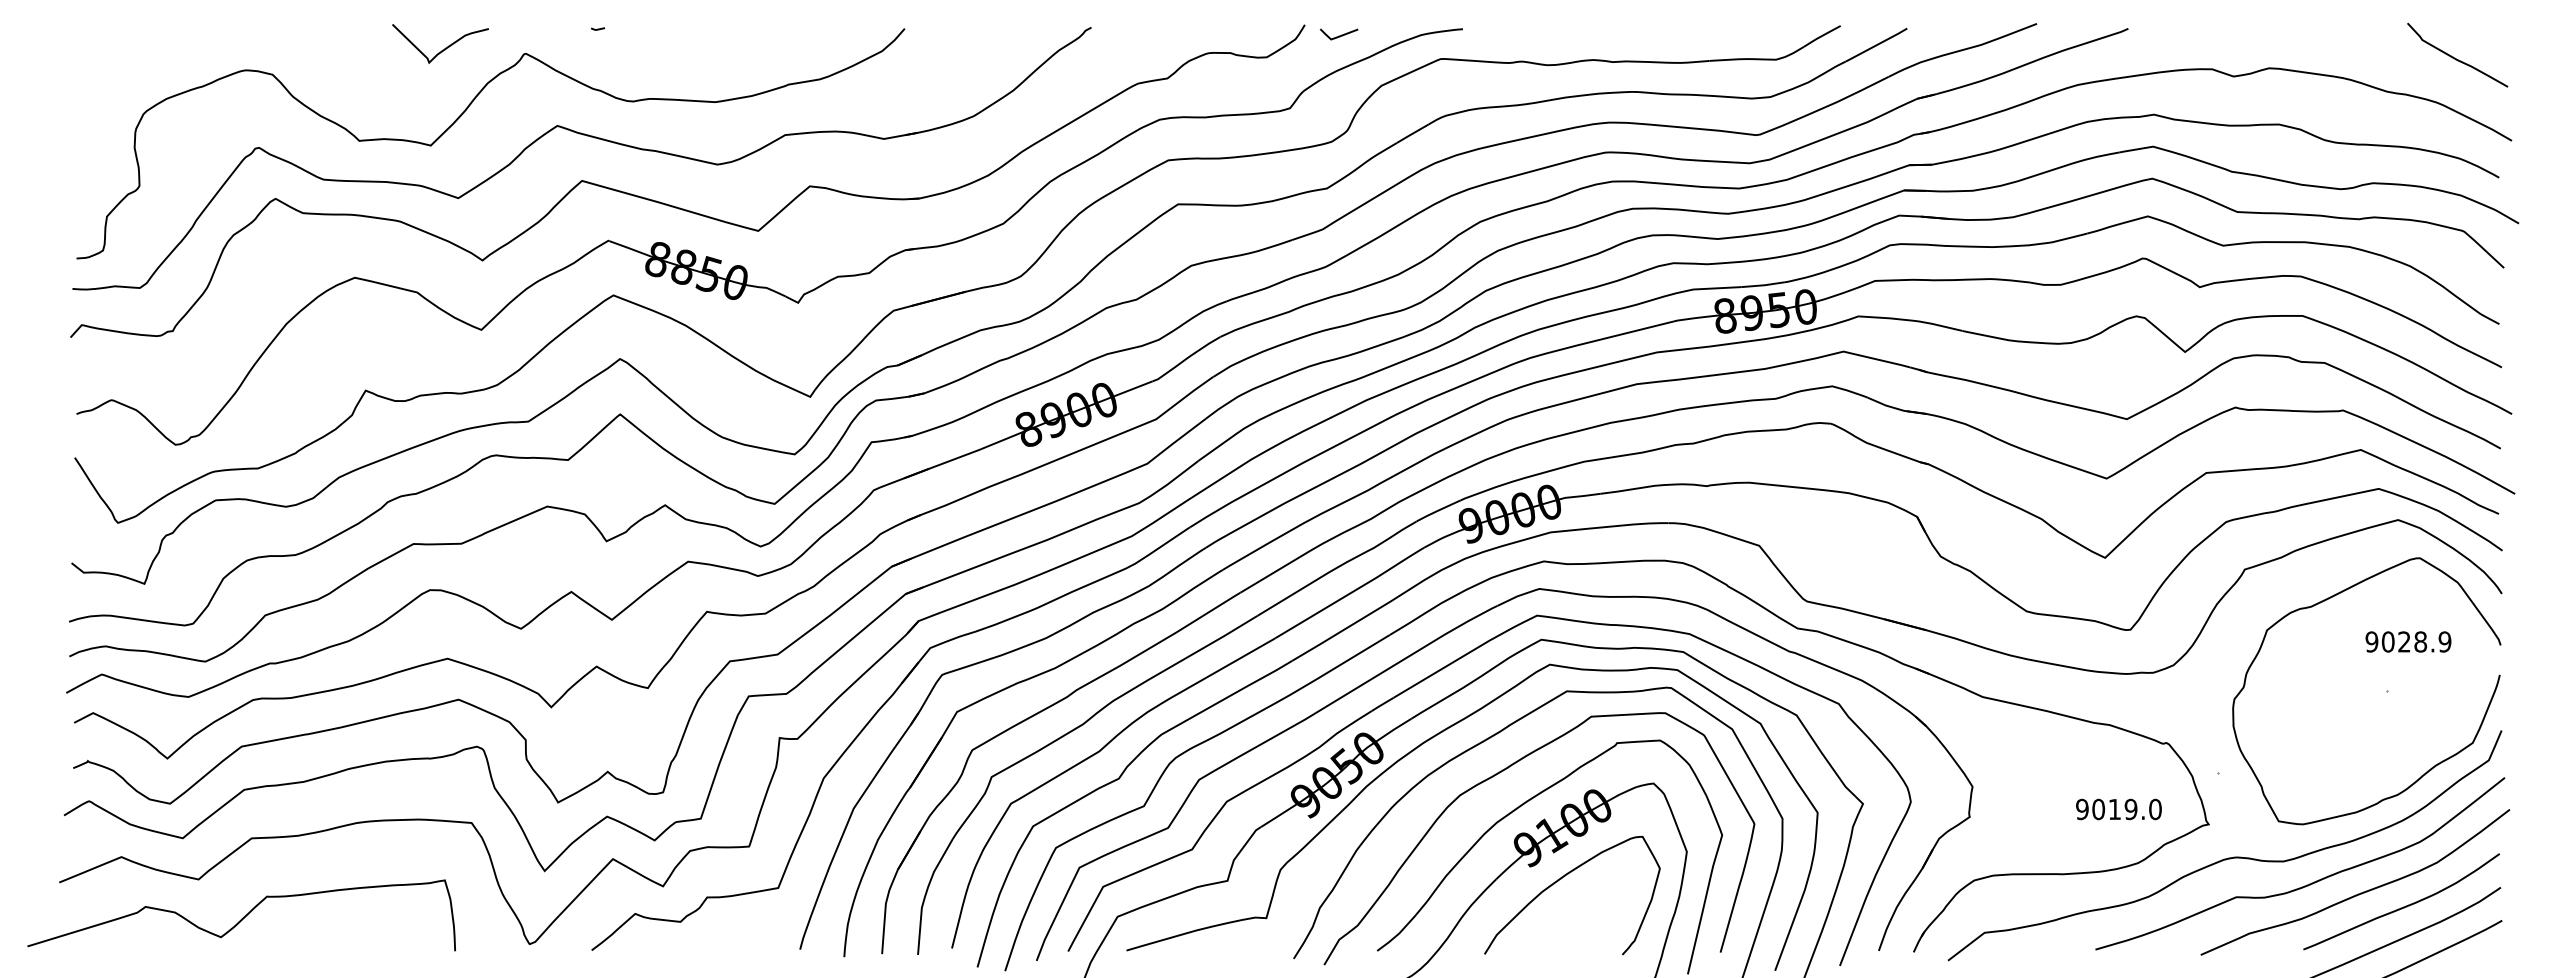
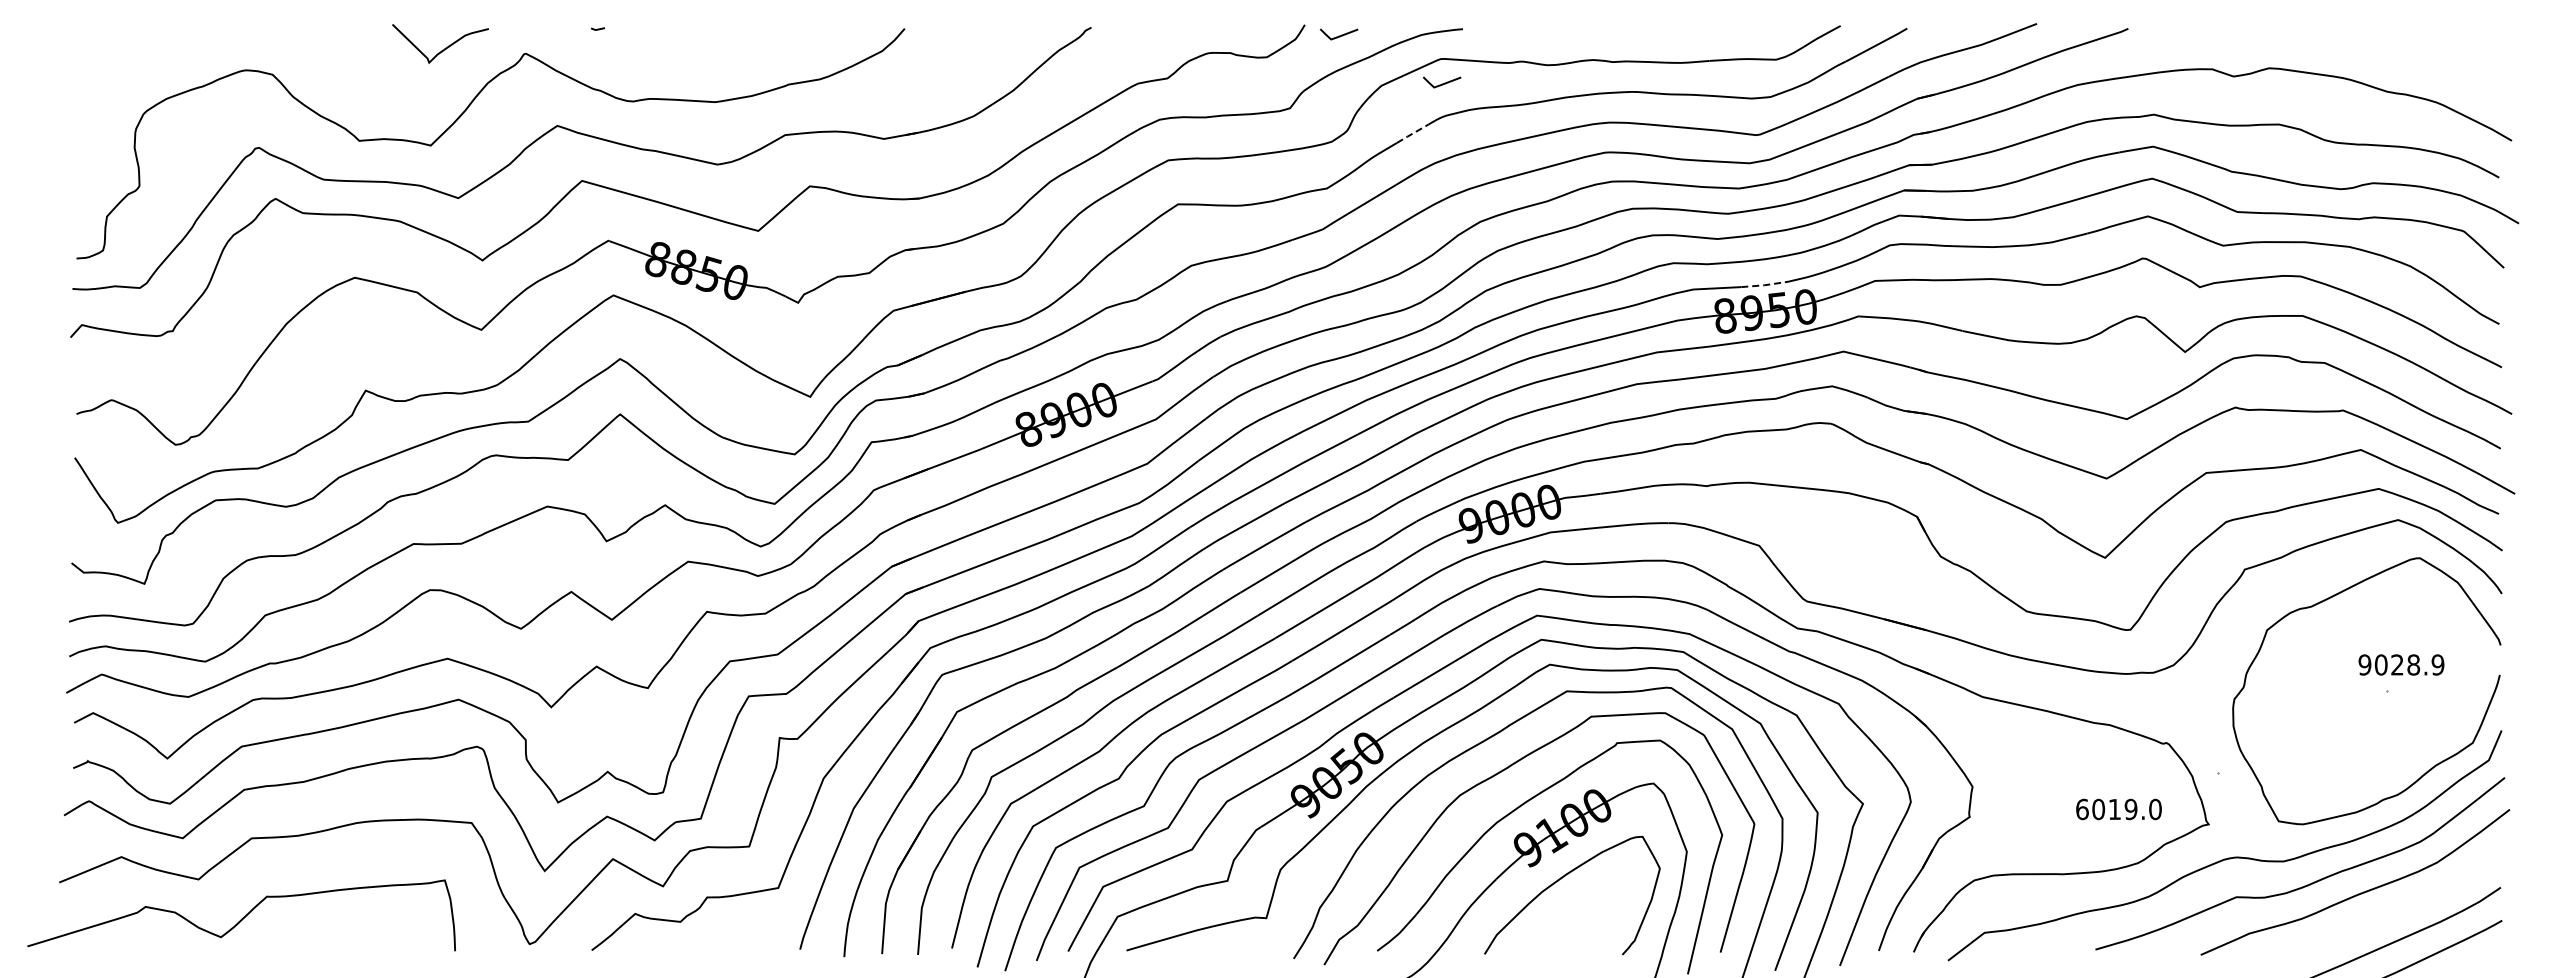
curve at (2455, 57): present -> none
curve at (1442, 83): none -> present
line at (1413, 133): solid -> dashed
line at (1763, 285): solid -> dashed
text at (2408, 641) position: (2408, 641) -> (2401, 664)
text at (2082, 809): 9019.0 -> 6019.0
curve at (2403, 906): present -> none
